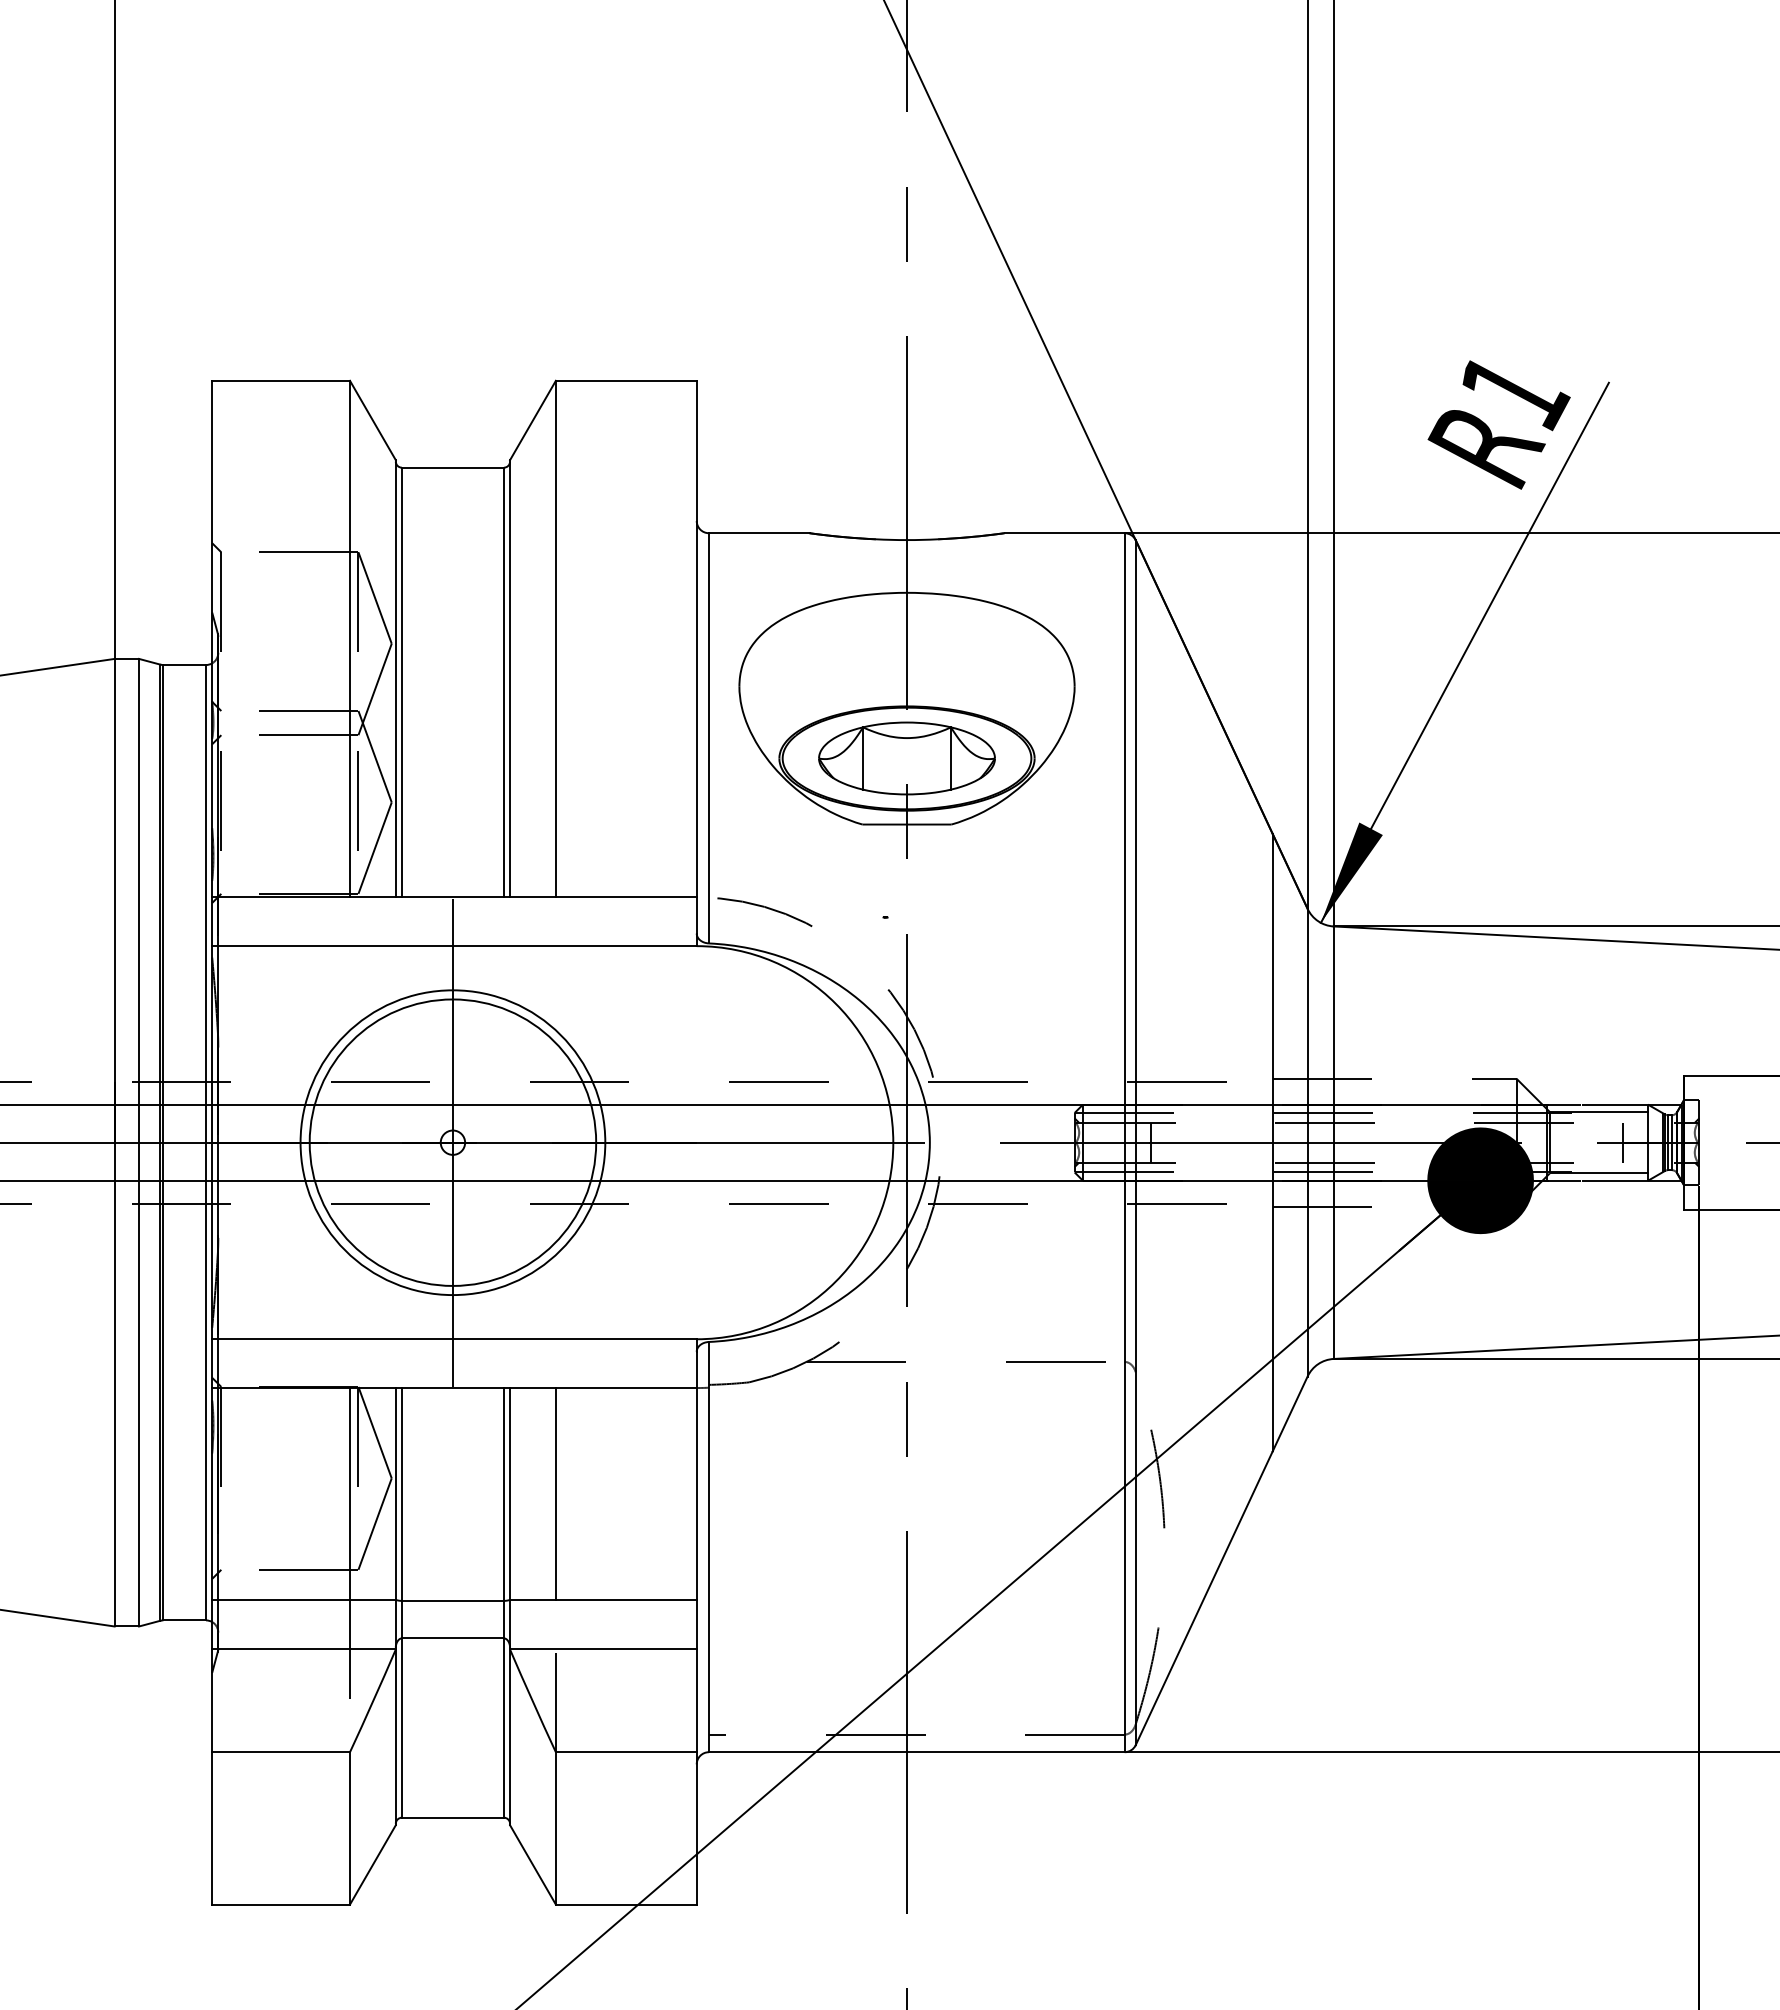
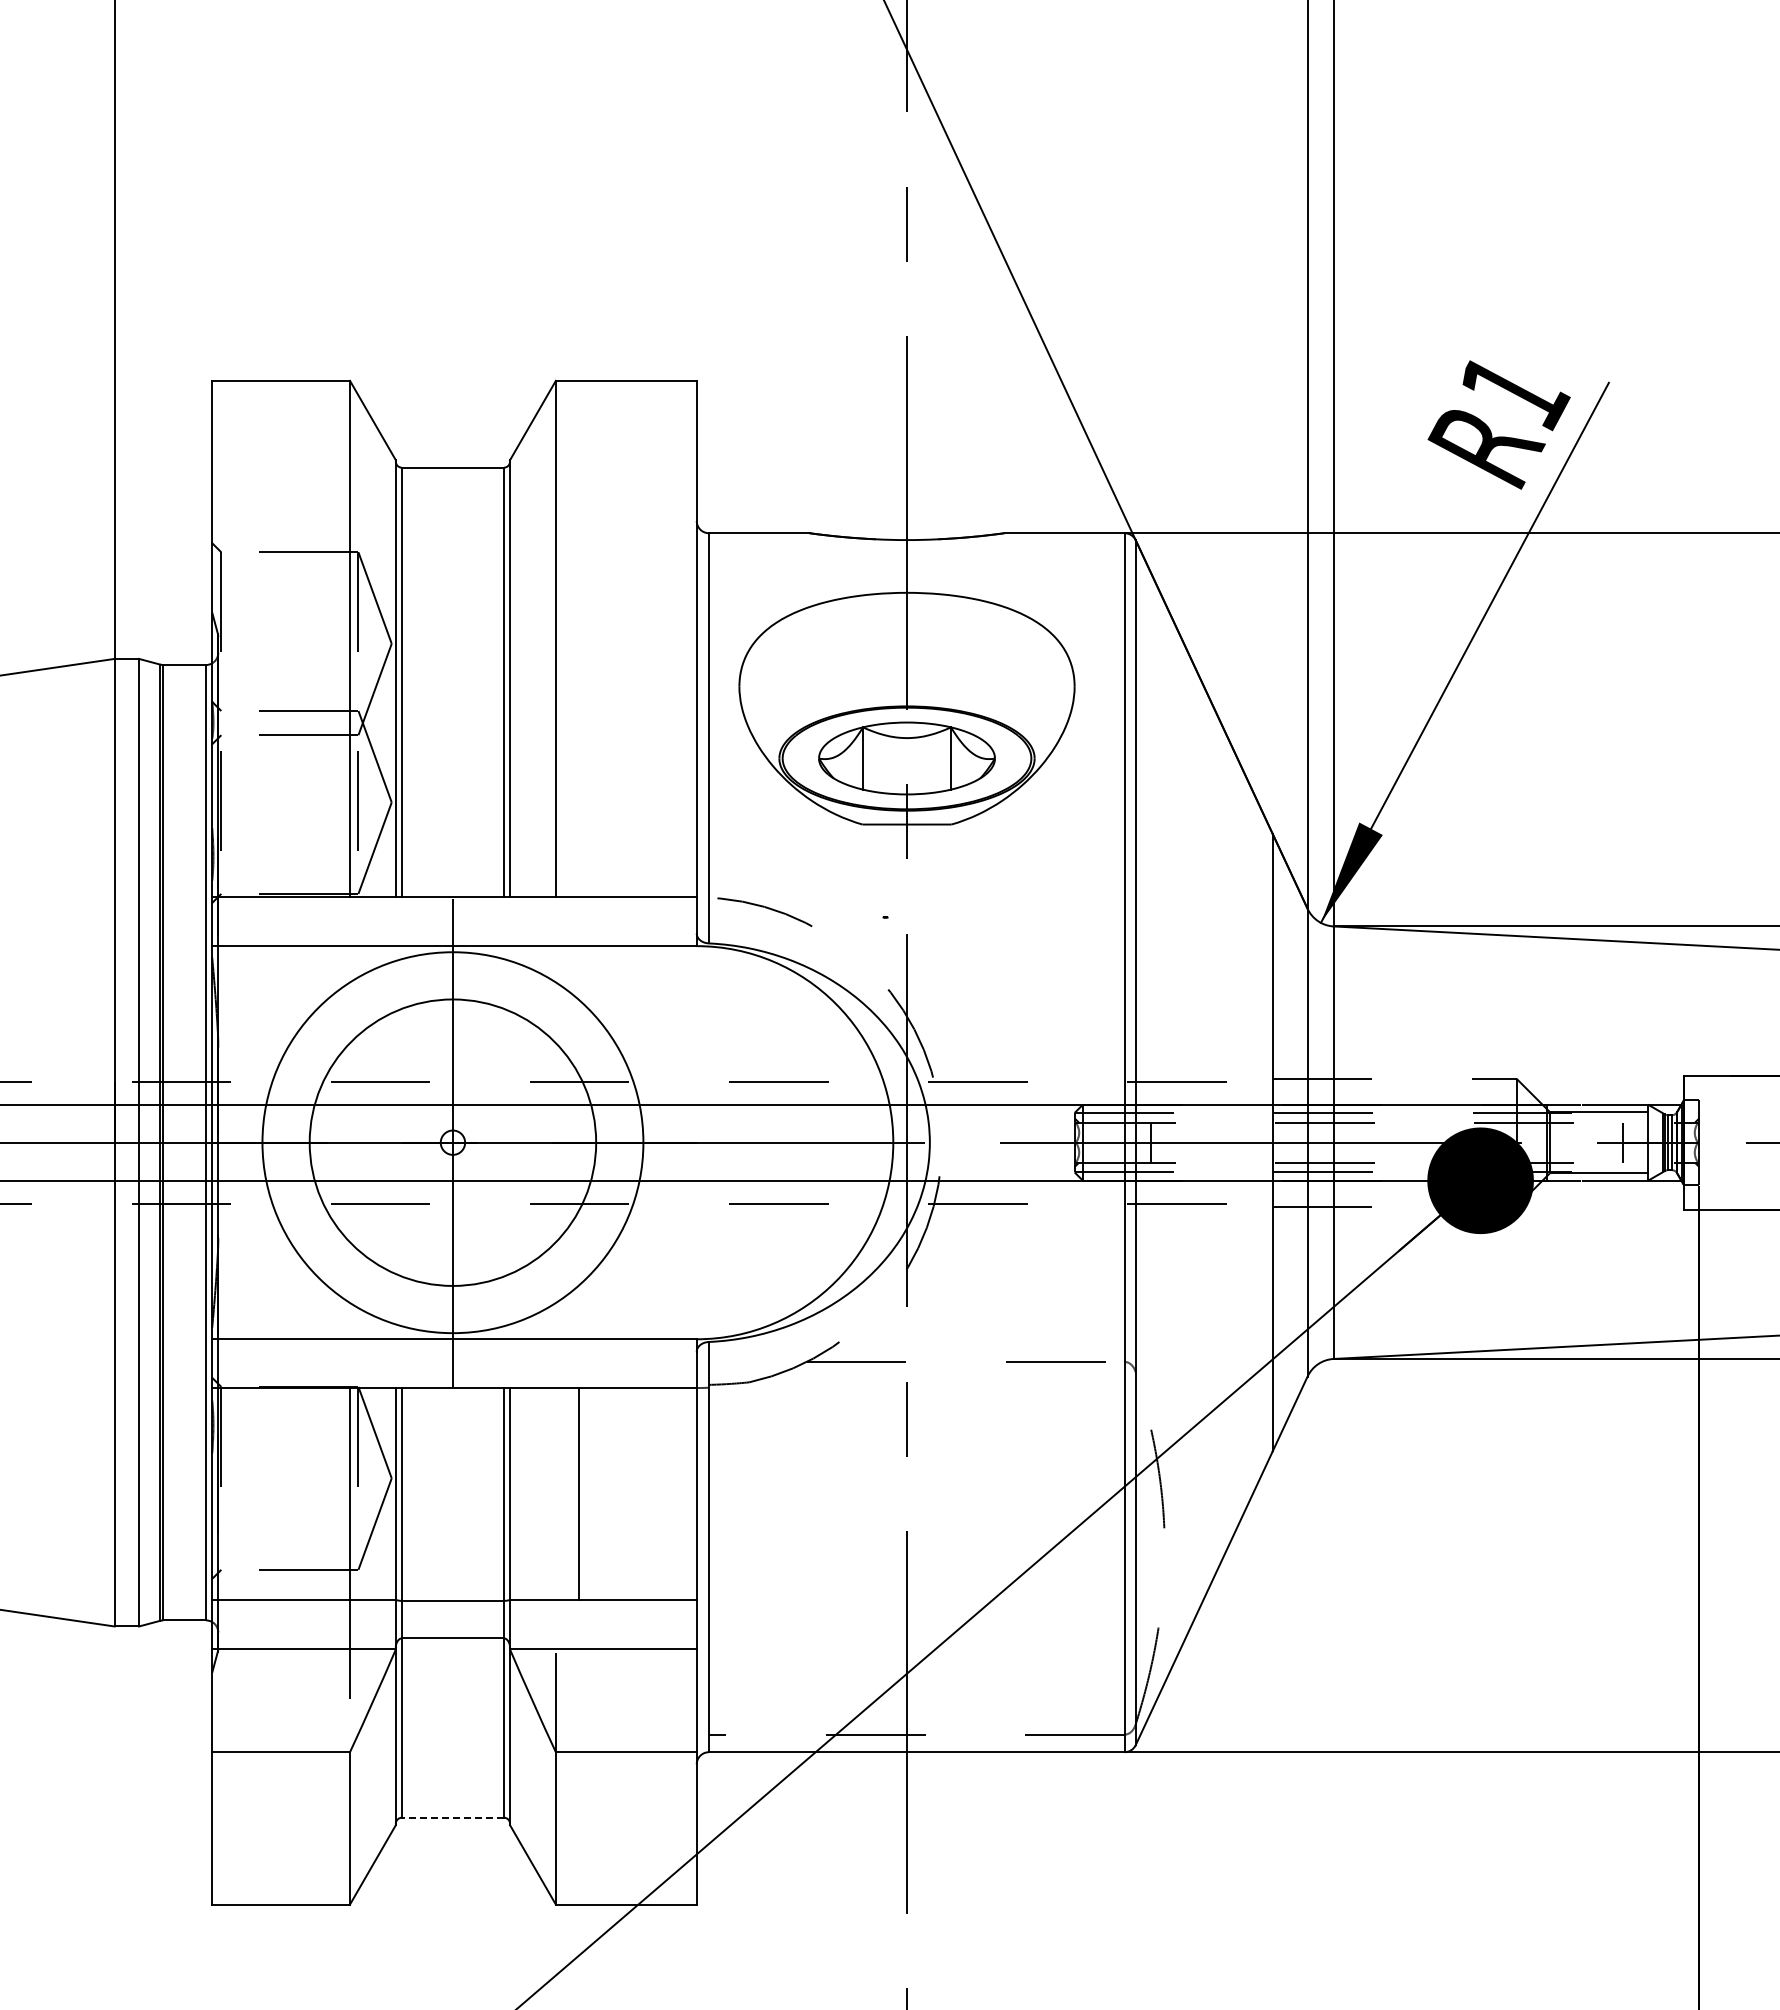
circle at (452, 1142) diameter: 305 px -> 381 px
line at (555, 1493) position: (555, 1493) -> (578, 1493)
line at (452, 1817): solid -> dashed
